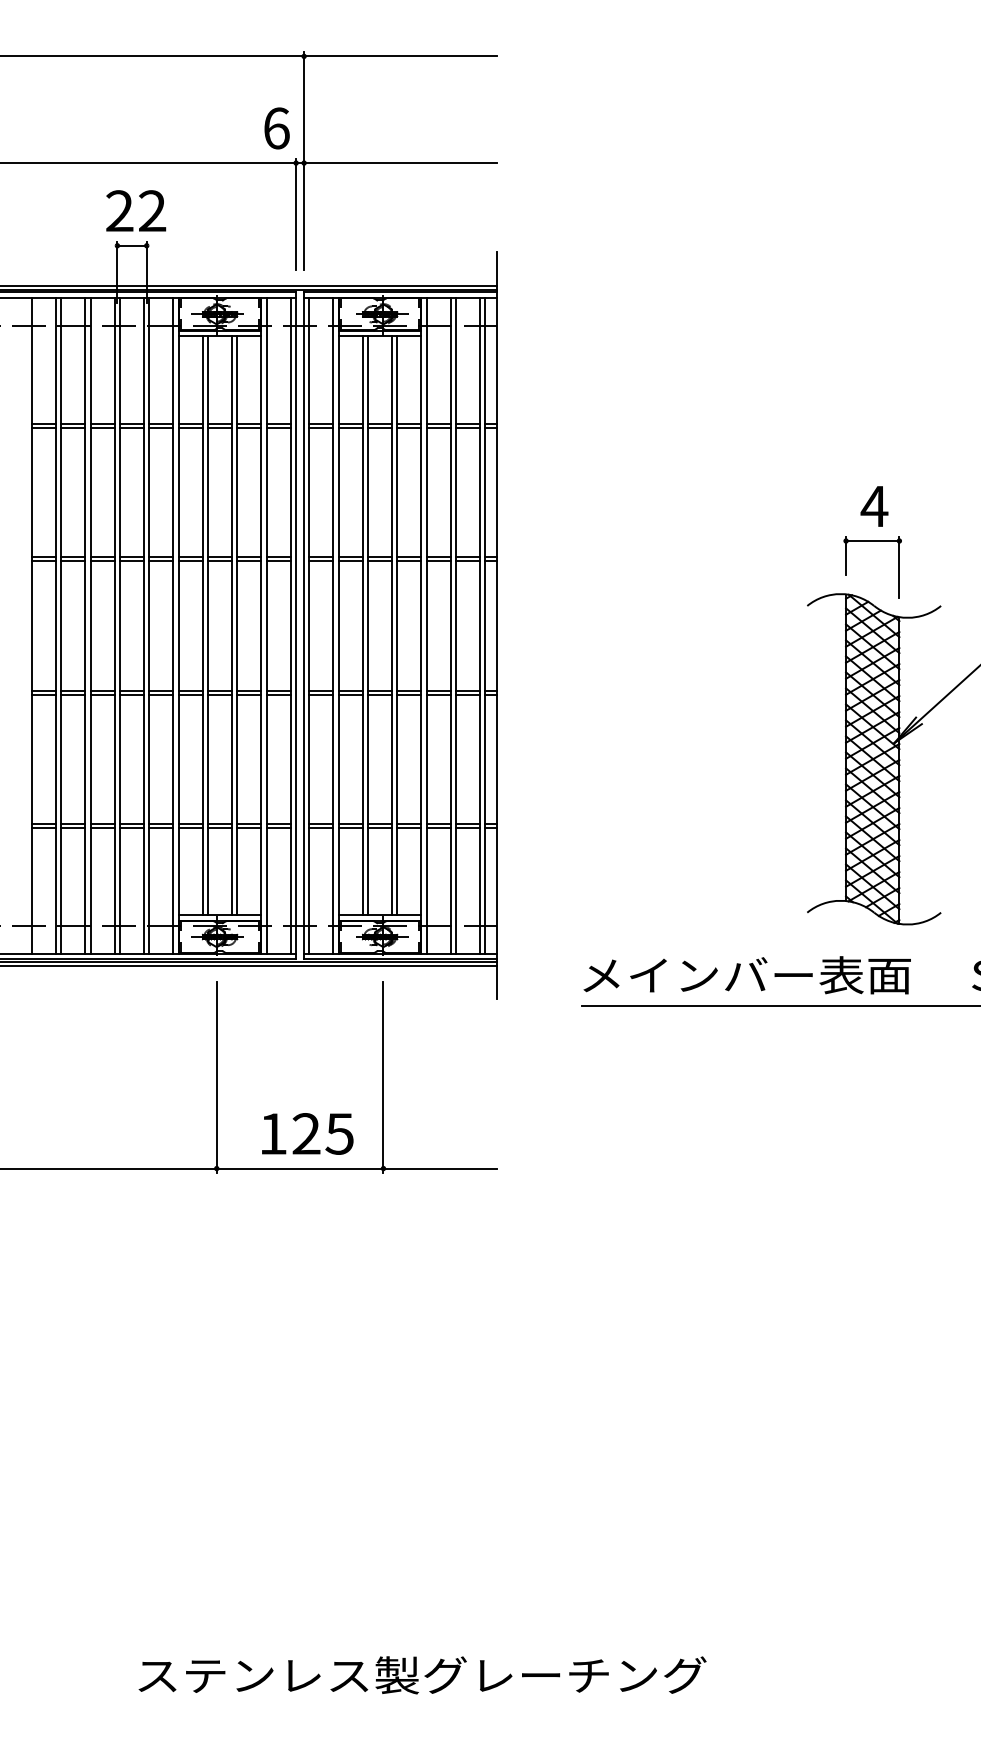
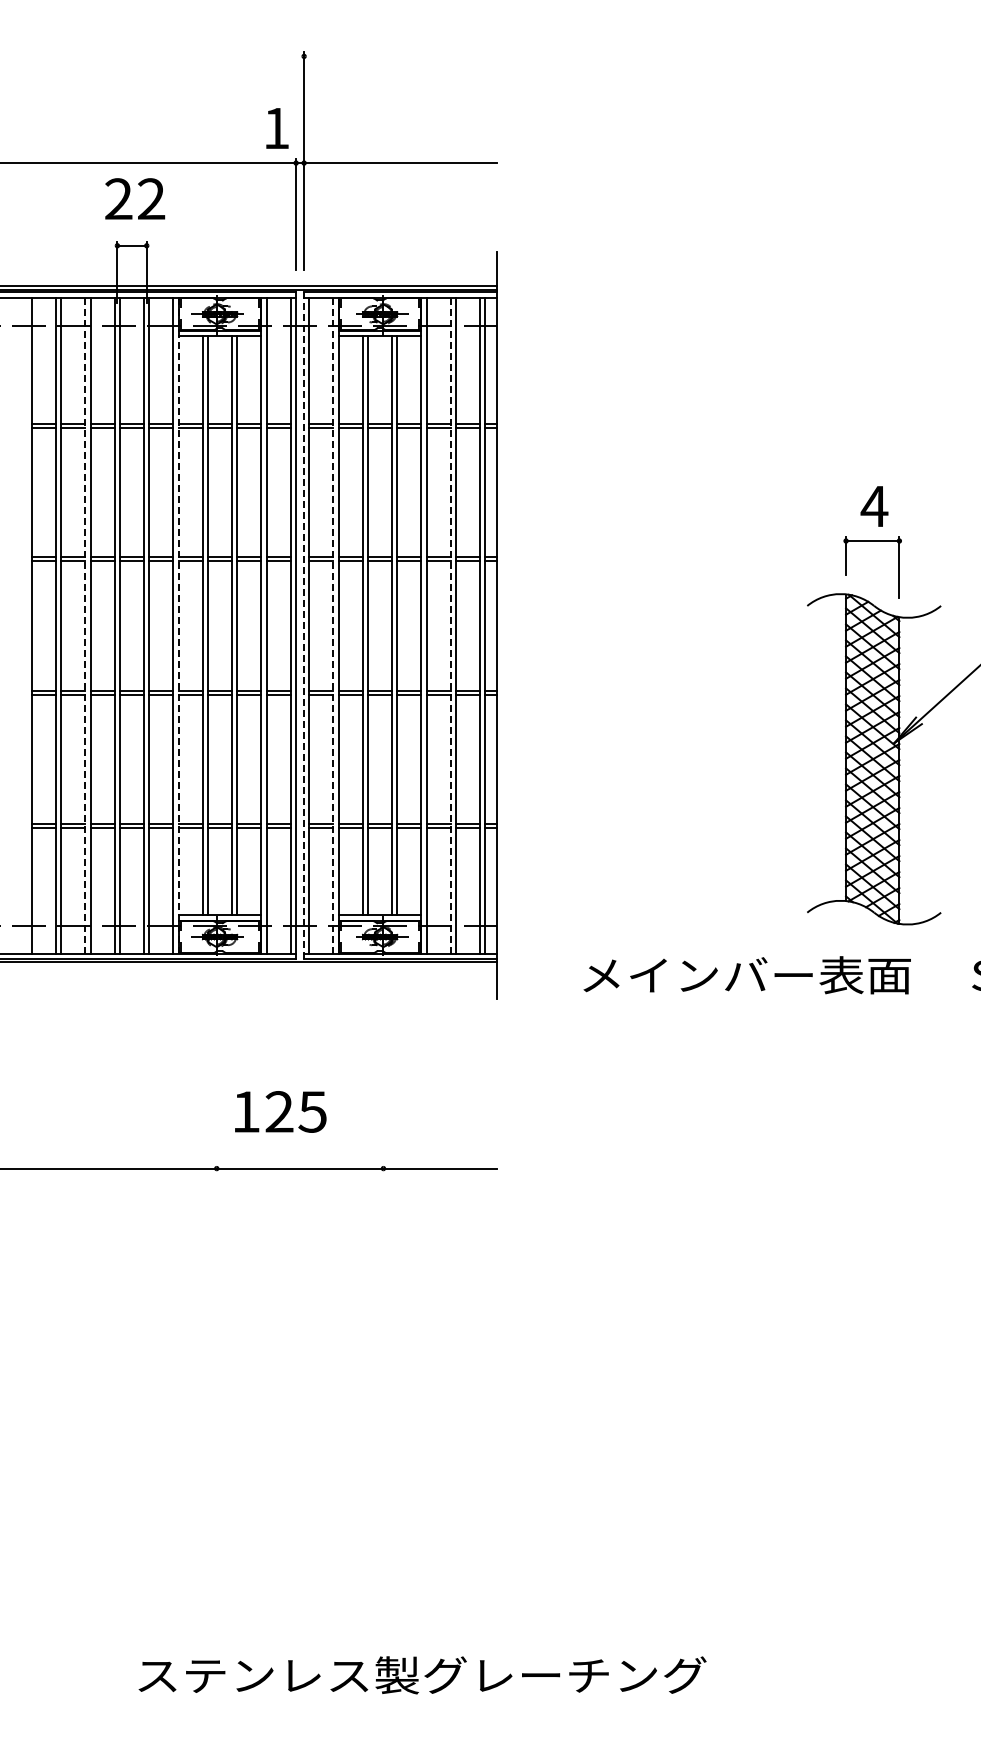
line at (249, 56): present -> none
text at (276, 128): 6 -> 1
text at (136, 210) position: (136, 210) -> (135, 198)
line at (85, 625): solid -> dashed
line at (178, 625): solid -> dashed
line at (333, 625): solid -> dashed
line at (450, 625): solid -> dashed
line at (304, 626): solid -> dashed
line at (249, 965): present -> none
line at (779, 1005): present -> none
line at (216, 1076): present -> none
line at (383, 1076): present -> none
text at (307, 1133) position: (307, 1133) -> (280, 1111)
